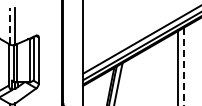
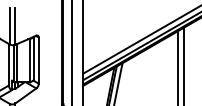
line at (9, 25): dashed -> solid
line at (72, 52): none -> present
line at (183, 66): dashed -> solid
